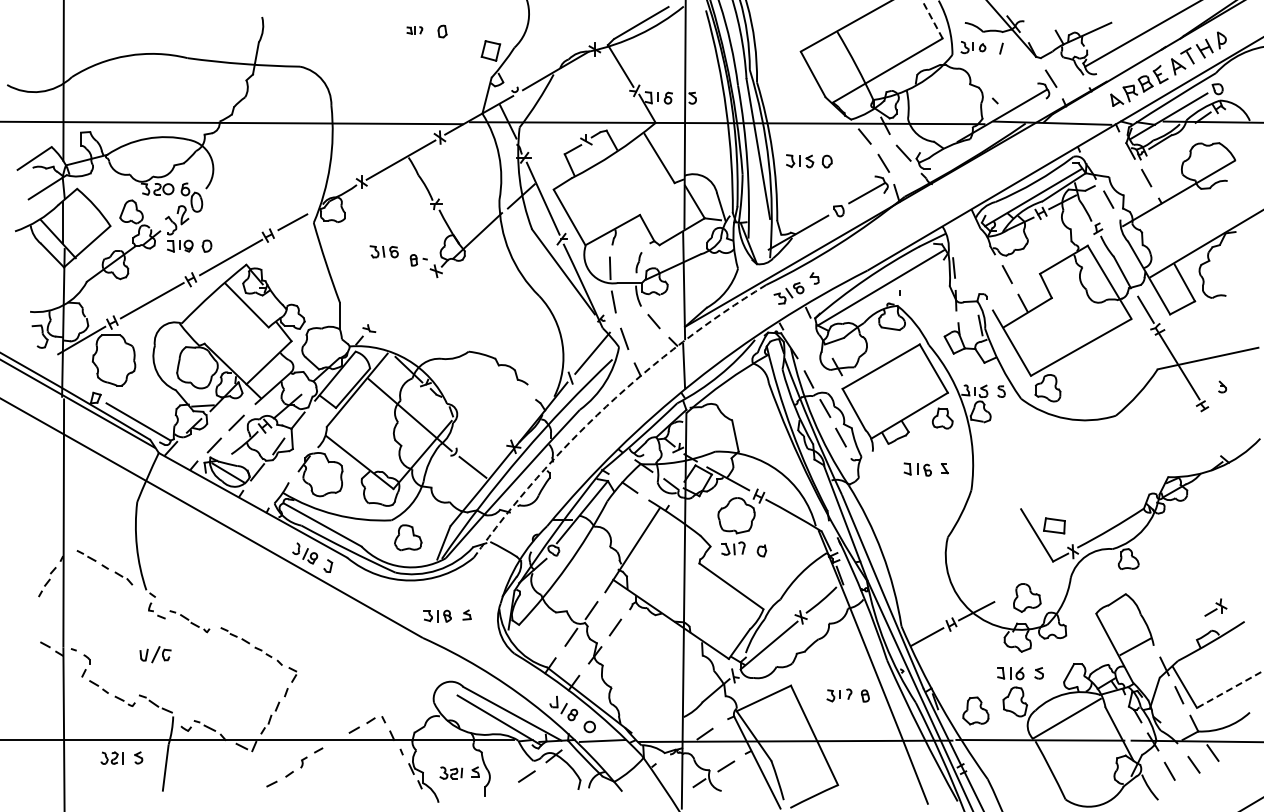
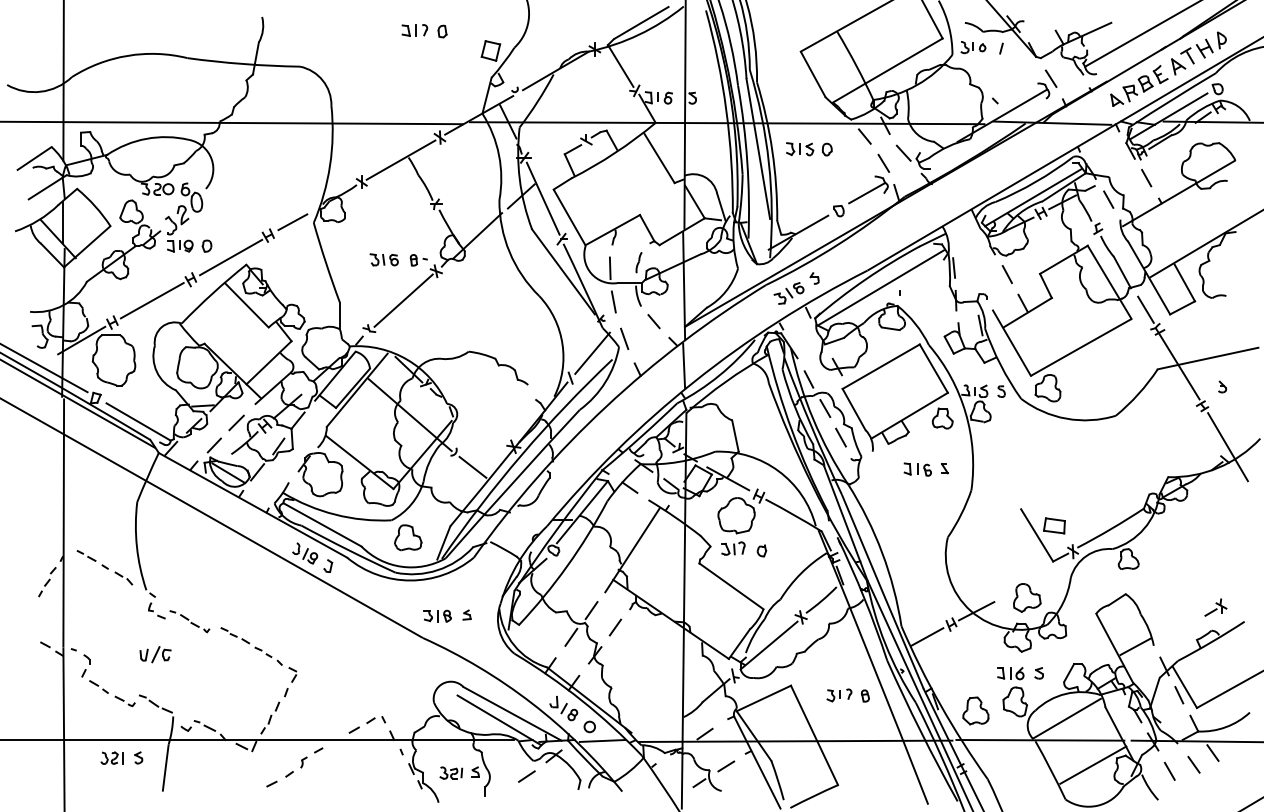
line at (932, 19): dashed -> solid
part at (414, 30) size: 18x9 px -> 28x13 px
part at (809, 161) position: (809, 161) -> (809, 149)
part at (383, 251) position: (383, 251) -> (383, 259)
line at (403, 300): none -> present
line at (44, 368): none -> present
arc at (606, 406): dashed -> solid
line at (1227, 447): none -> present
line at (1229, 689): dashed -> solid
line at (1093, 764): none -> present
